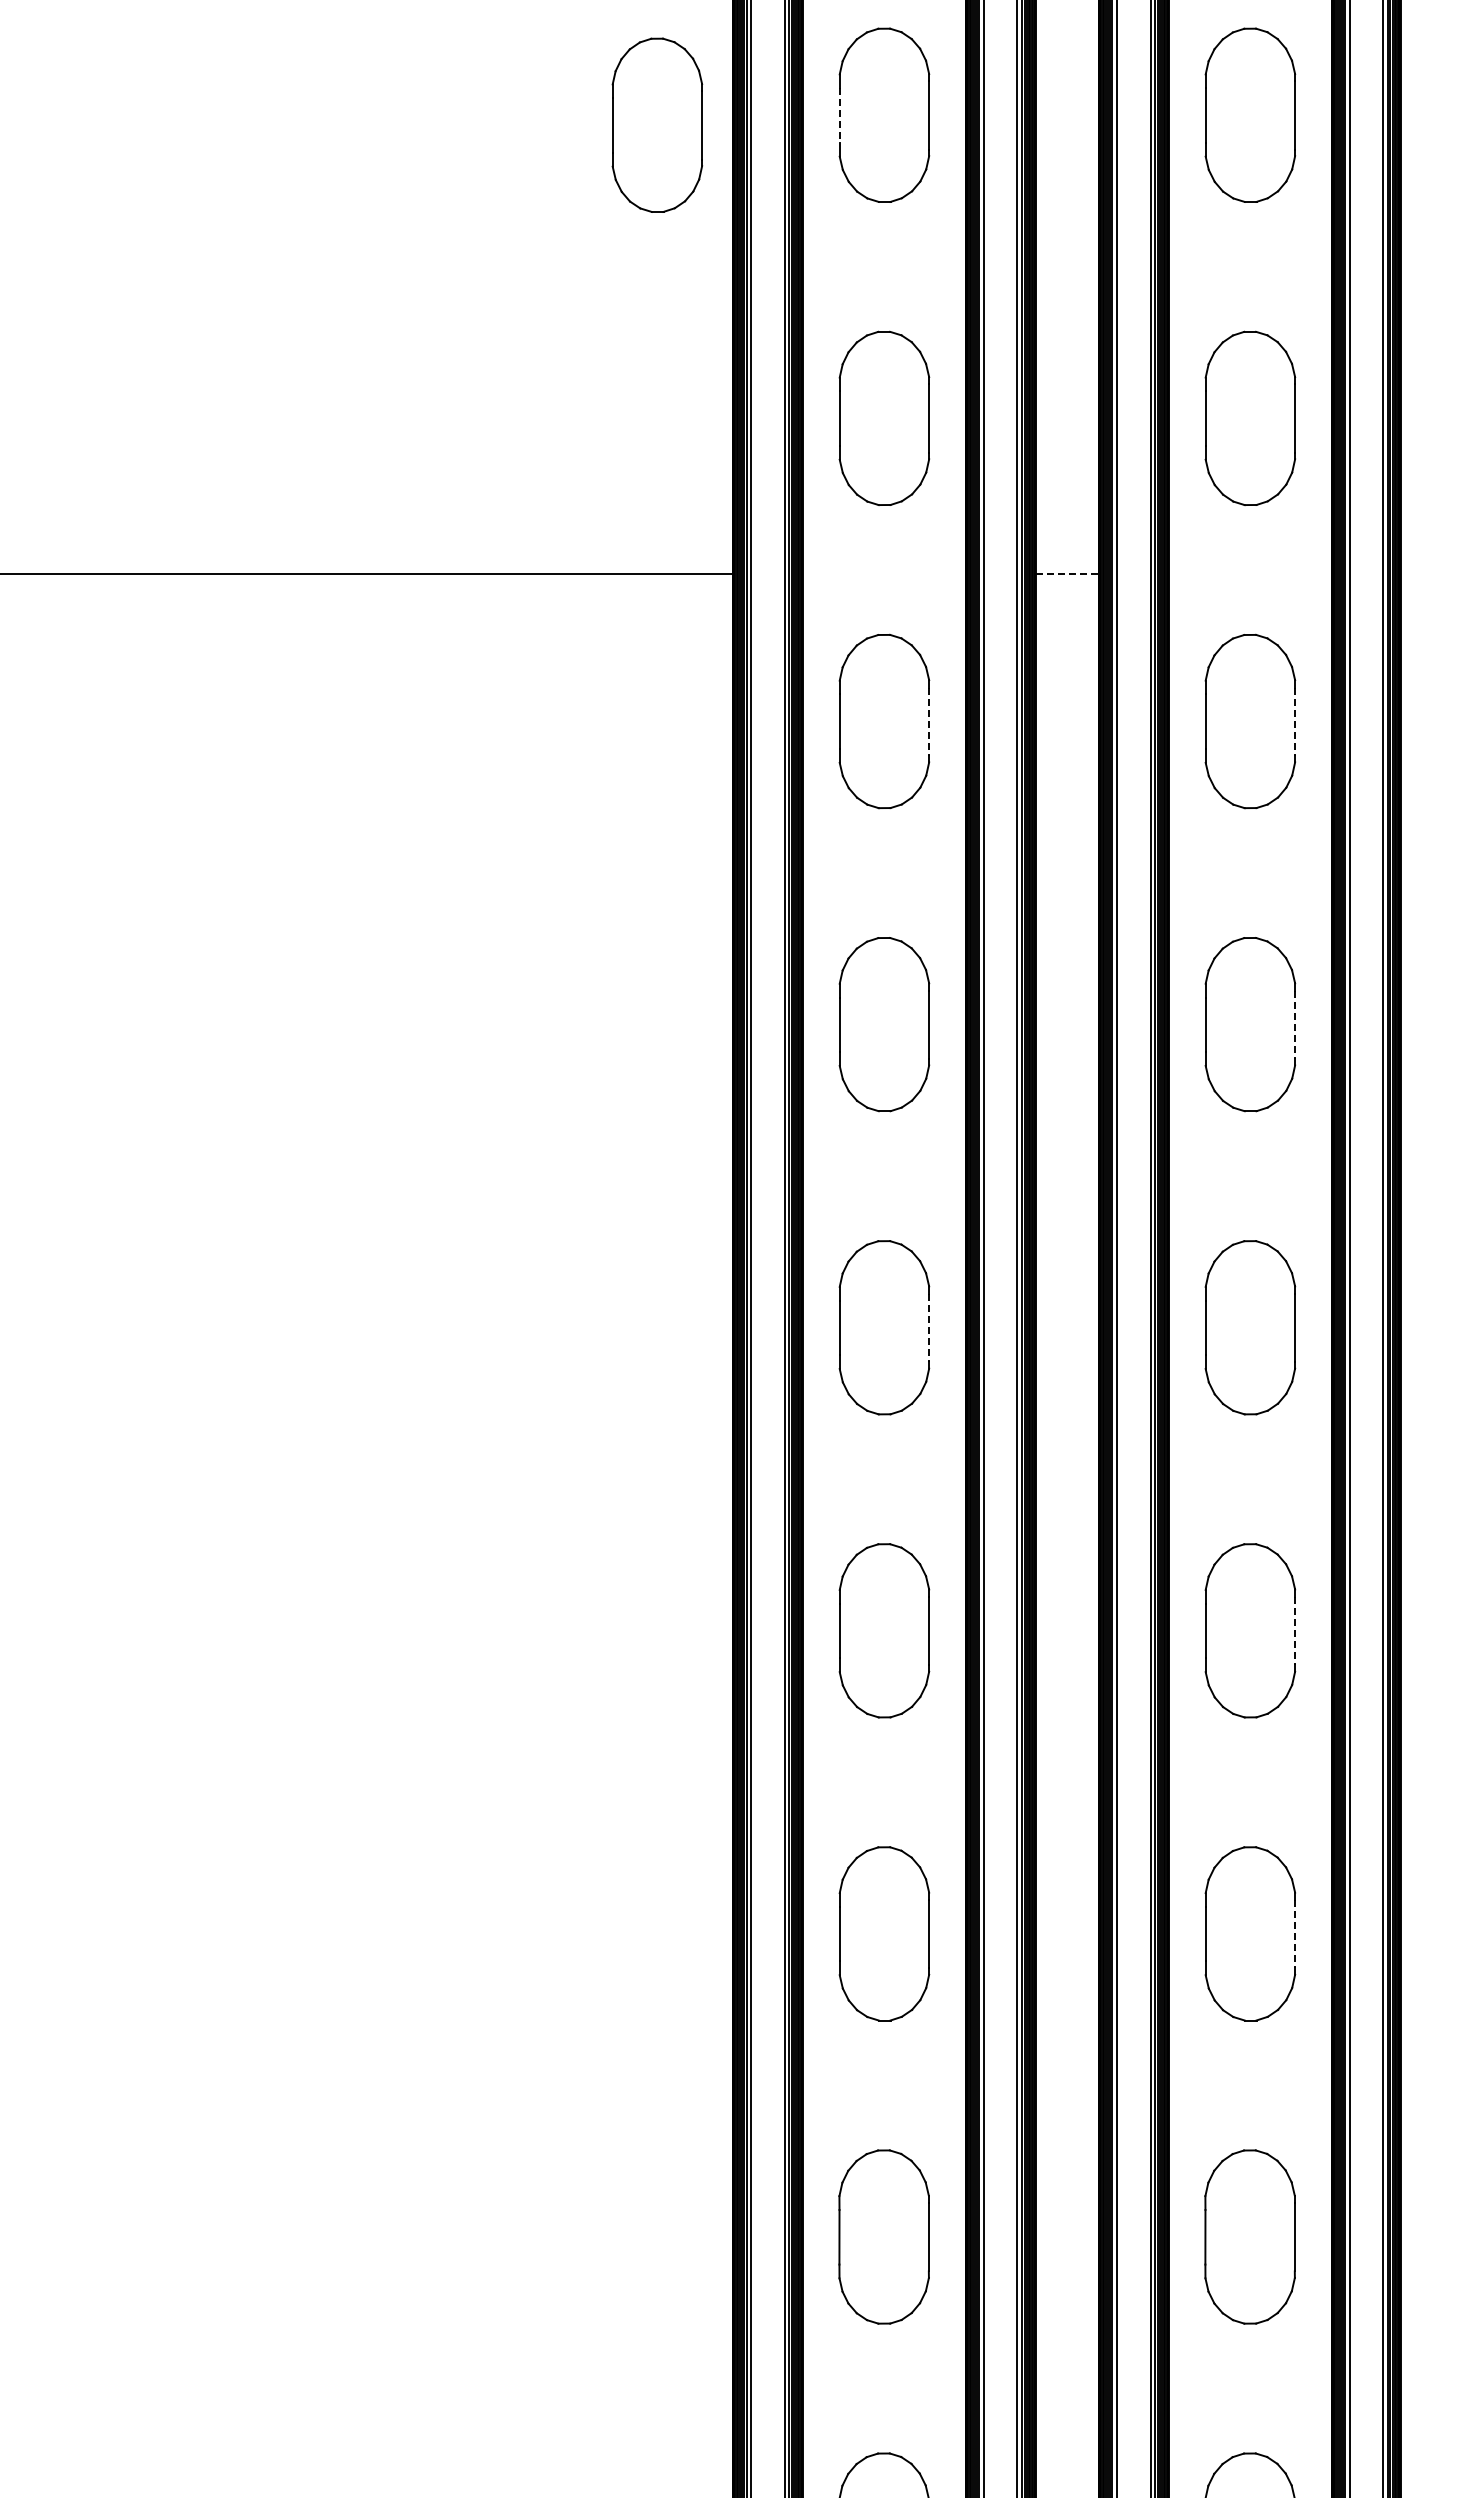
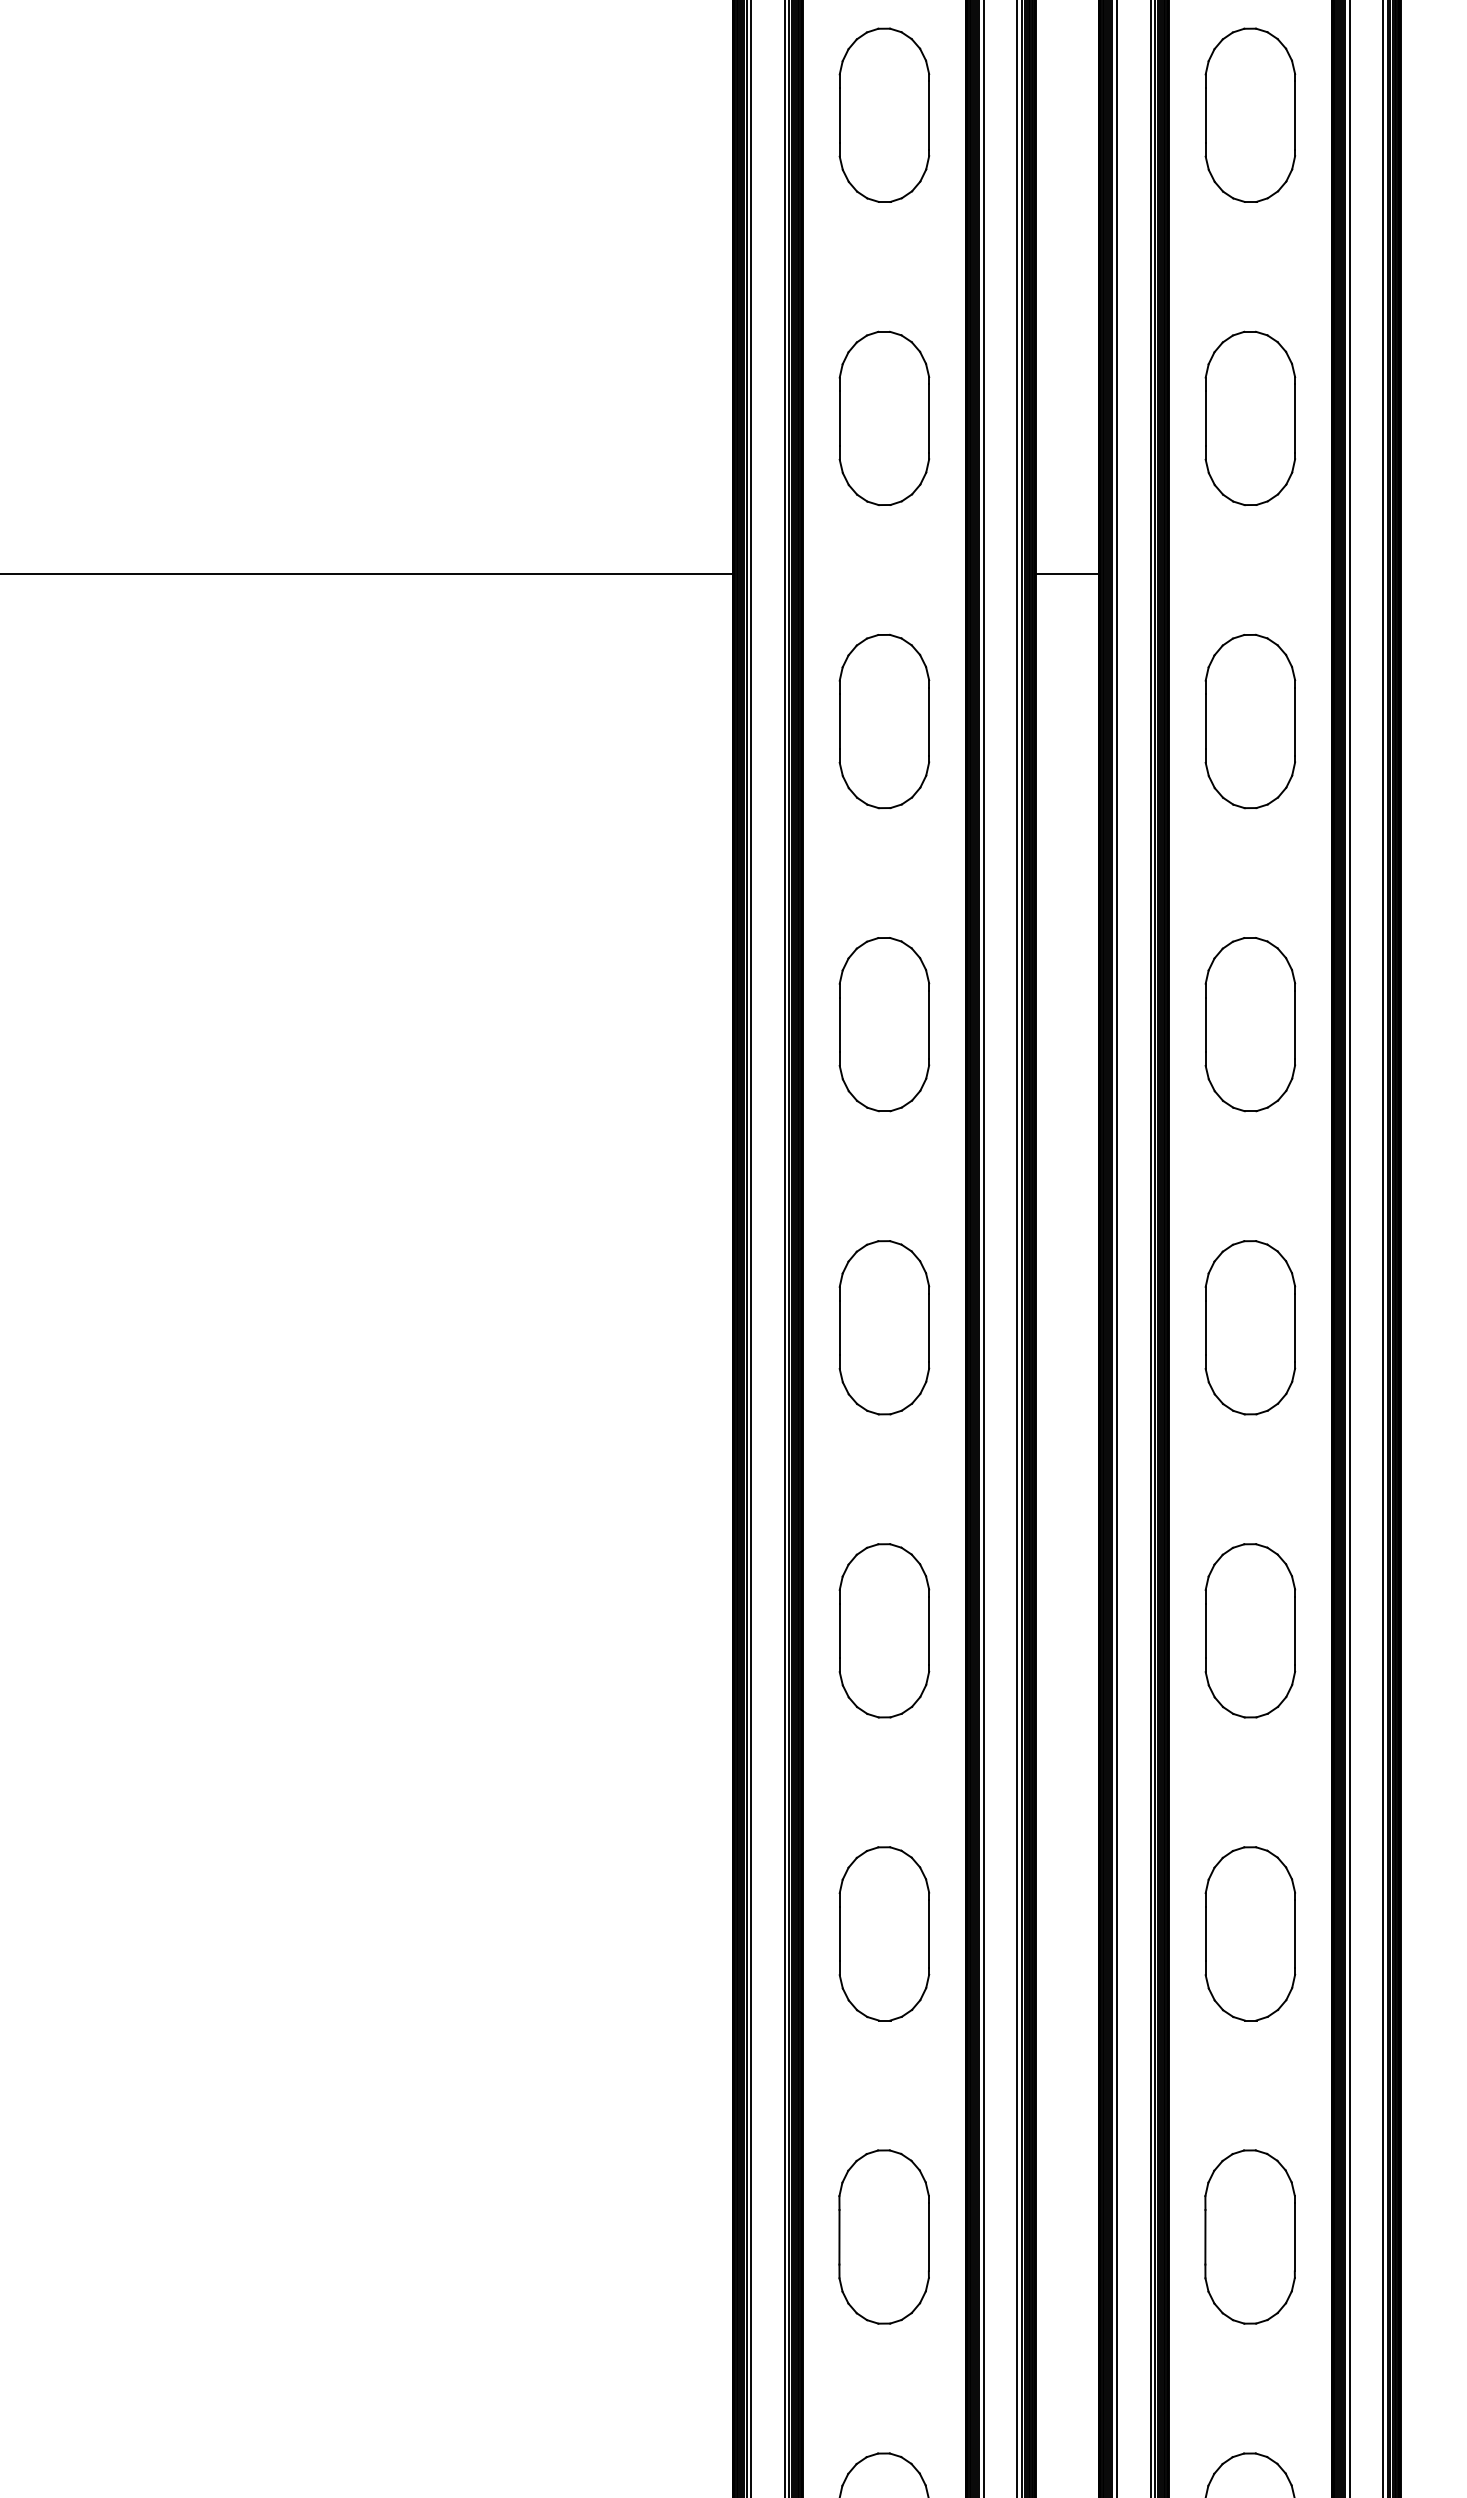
line at (839, 116): dashed -> solid
part at (657, 124): present -> none
line at (1067, 574): dashed -> solid
line at (929, 722): dashed -> solid
line at (1295, 722): dashed -> solid
line at (1295, 1025): dashed -> solid
line at (929, 1328): dashed -> solid
line at (1295, 1631): dashed -> solid
line at (1295, 1934): dashed -> solid
